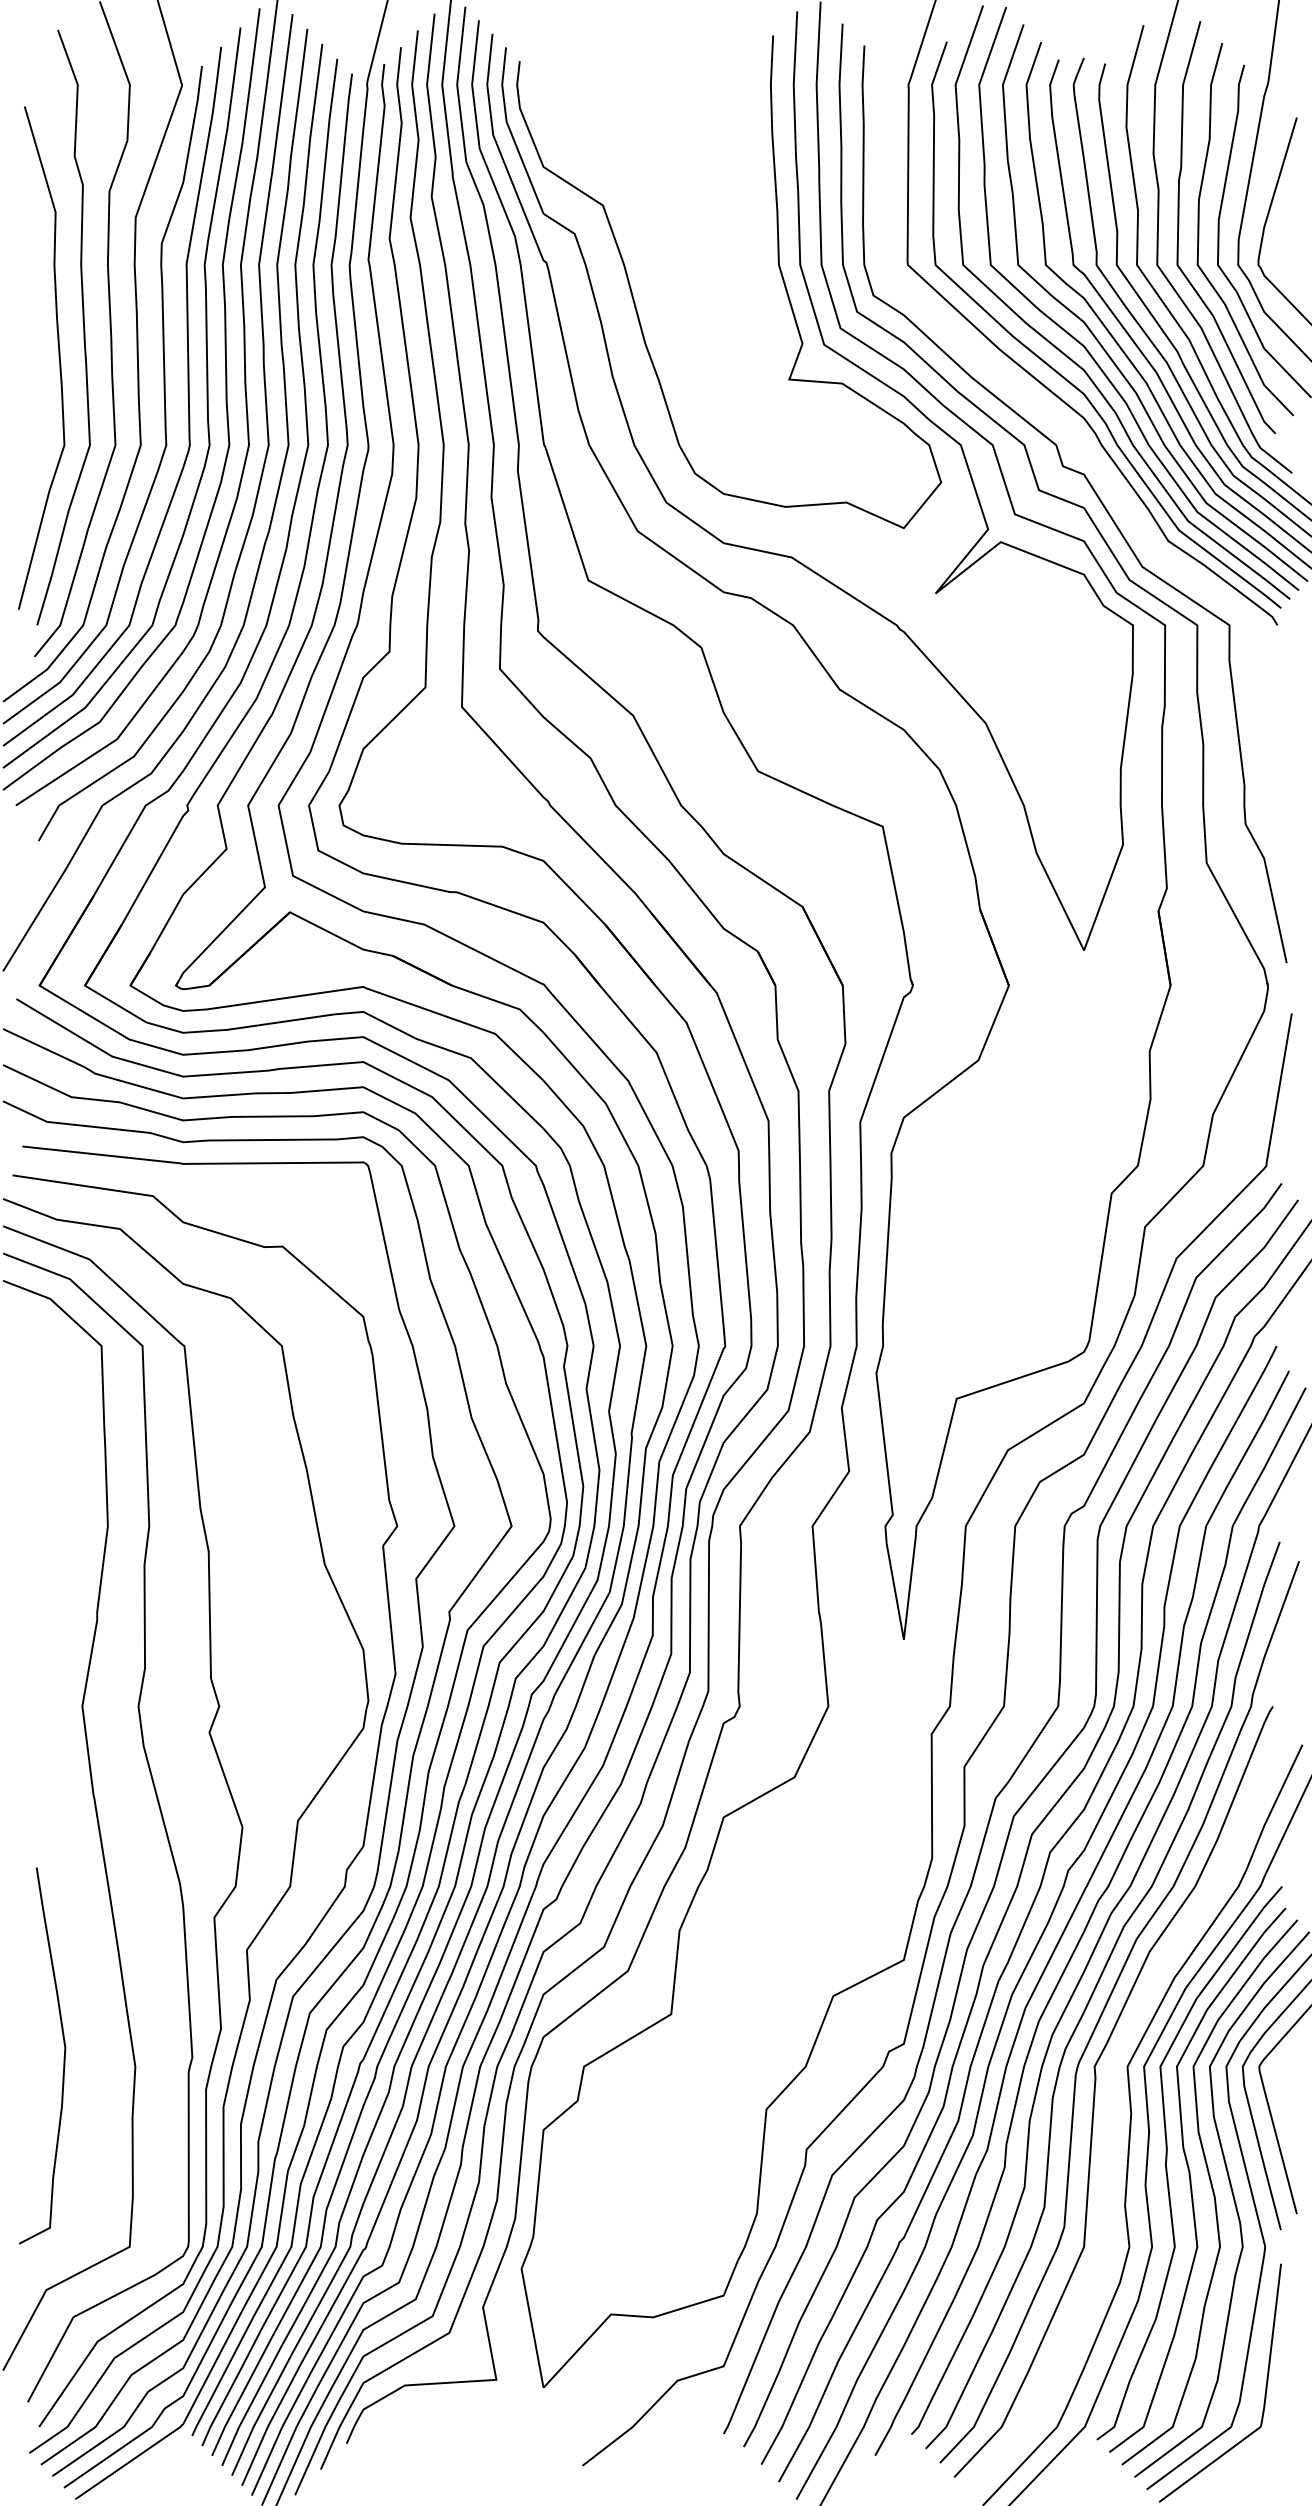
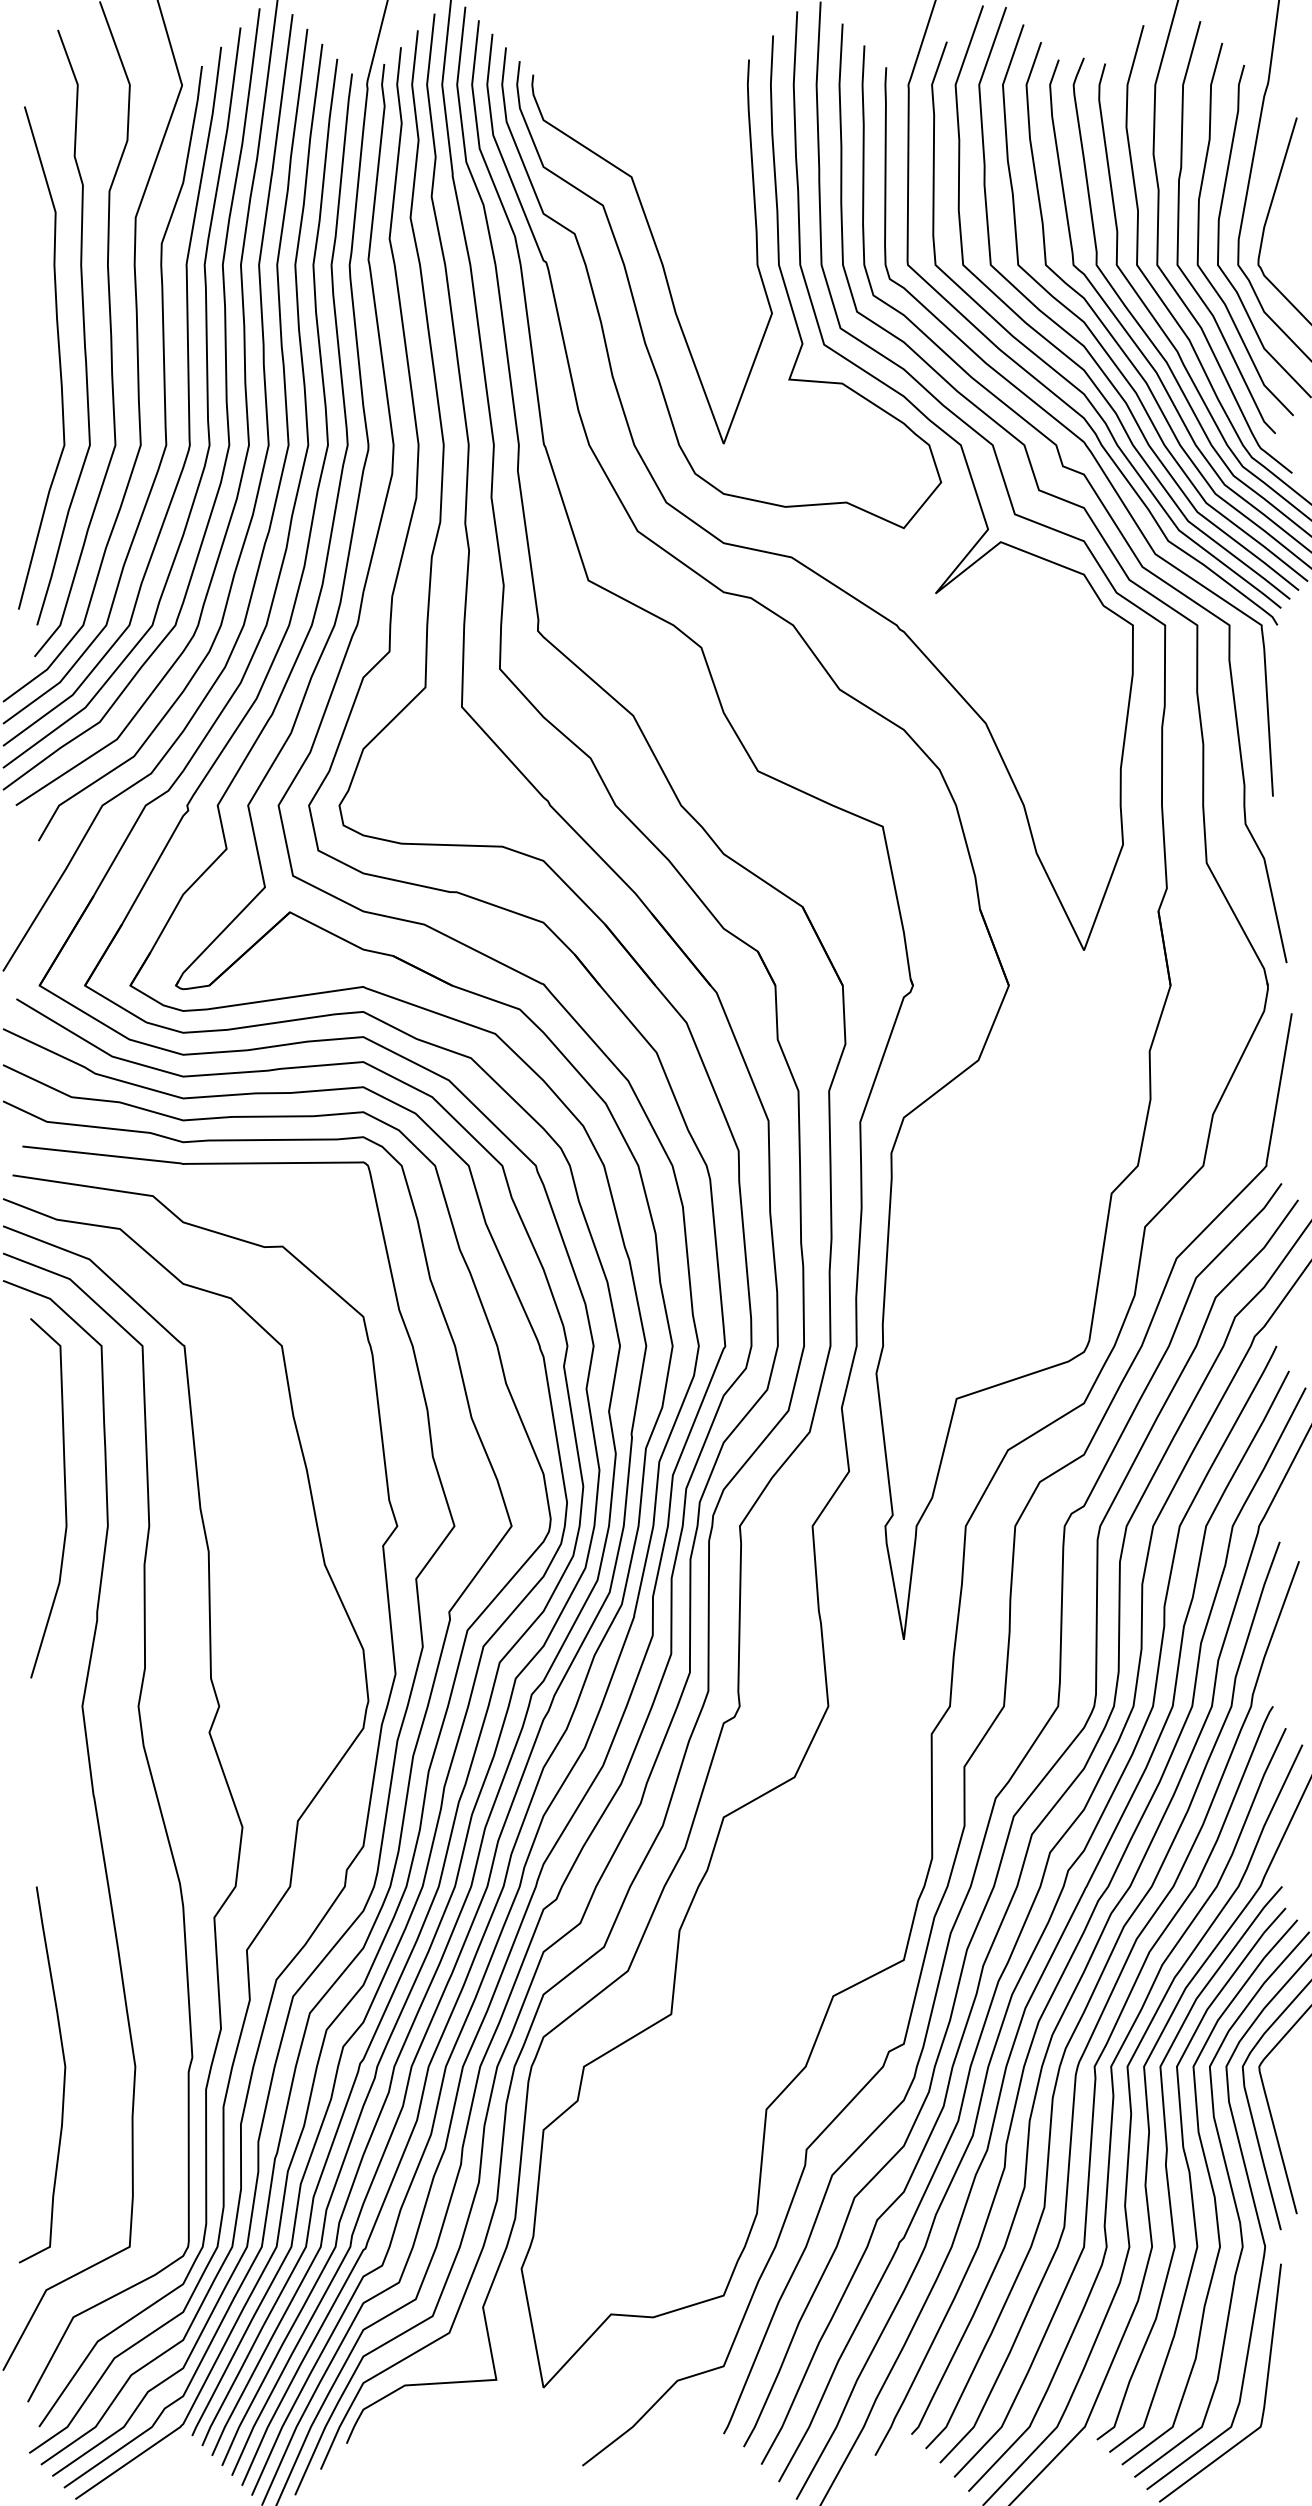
curve at (655, 248): none -> present
curve at (1076, 434): none -> present
curve at (64, 1498): none -> present
curve at (63, 2056) position: (63, 2056) -> (63, 2075)
curve at (1113, 2109): none -> present
